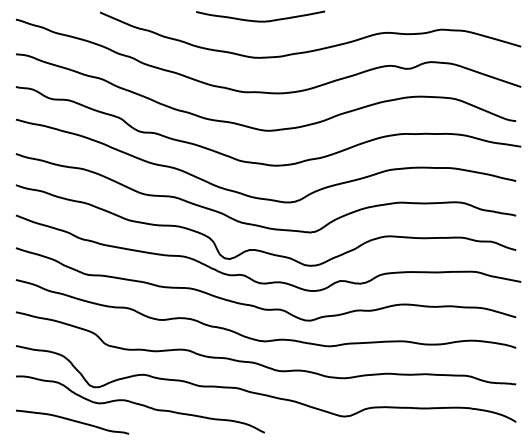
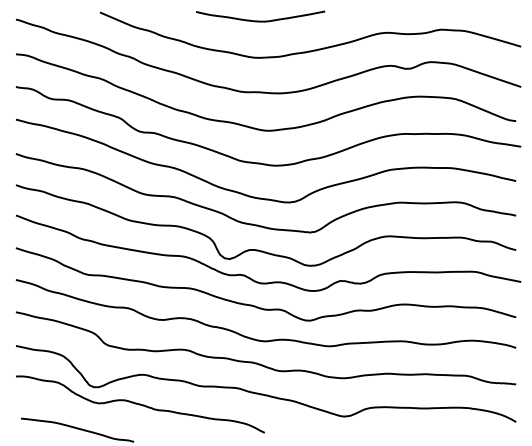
curve at (72, 421) position: (72, 421) -> (77, 429)
